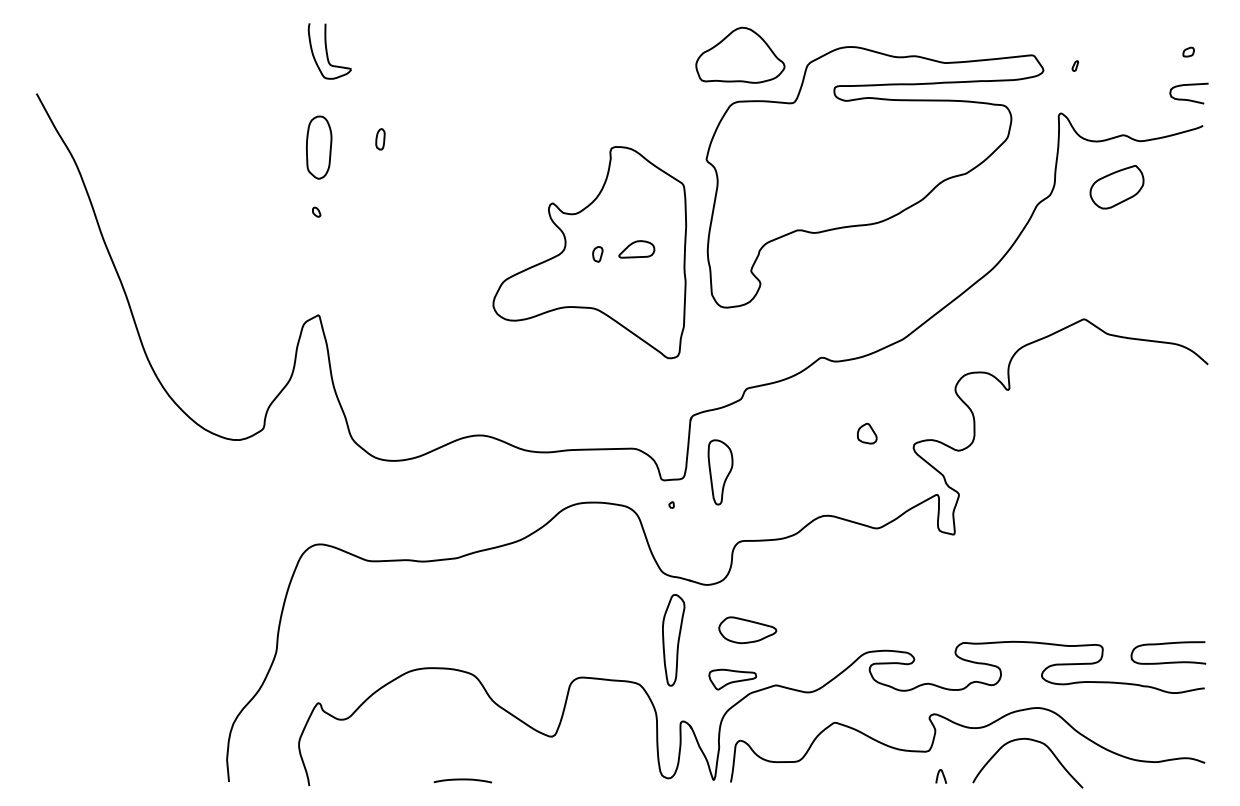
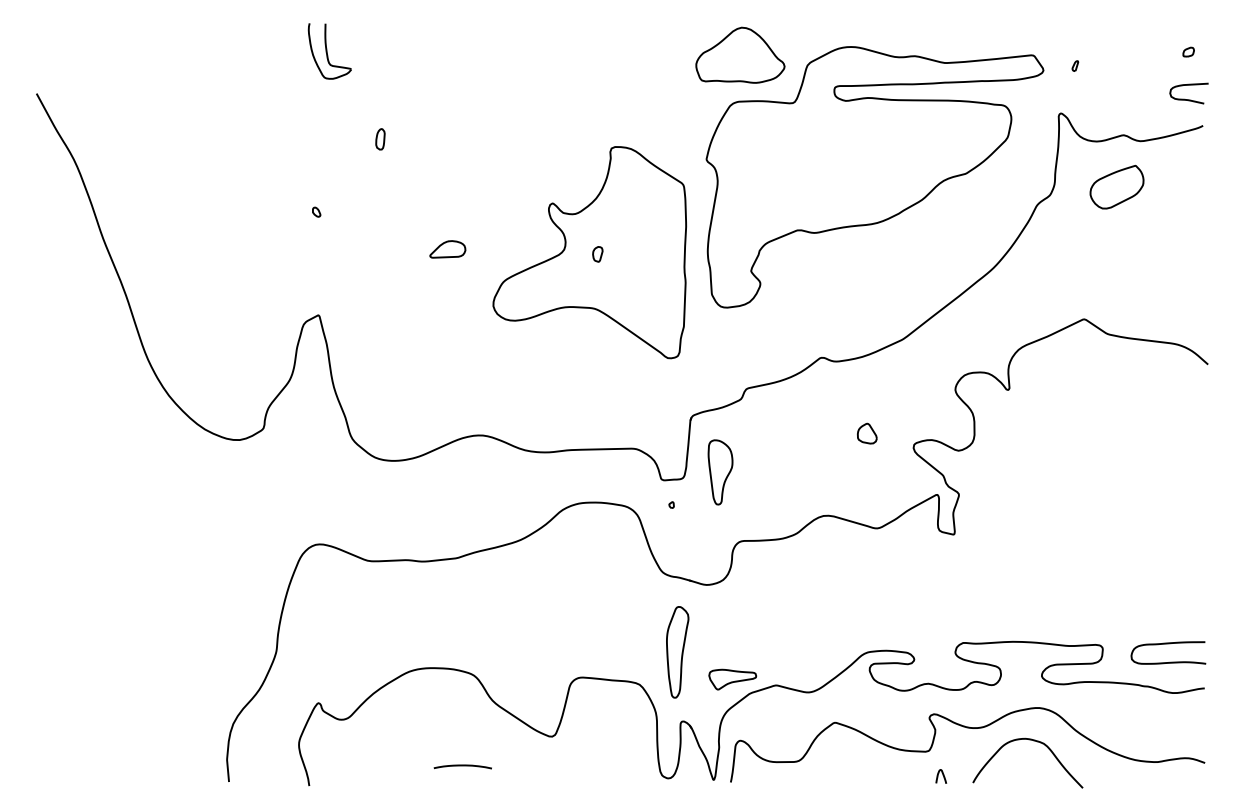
part at (319, 147): present -> none
part at (636, 249) position: (636, 249) -> (447, 249)
part at (747, 630): present -> none
part at (673, 640) position: (673, 640) -> (677, 652)
curve at (462, 780) position: (462, 780) -> (462, 766)
